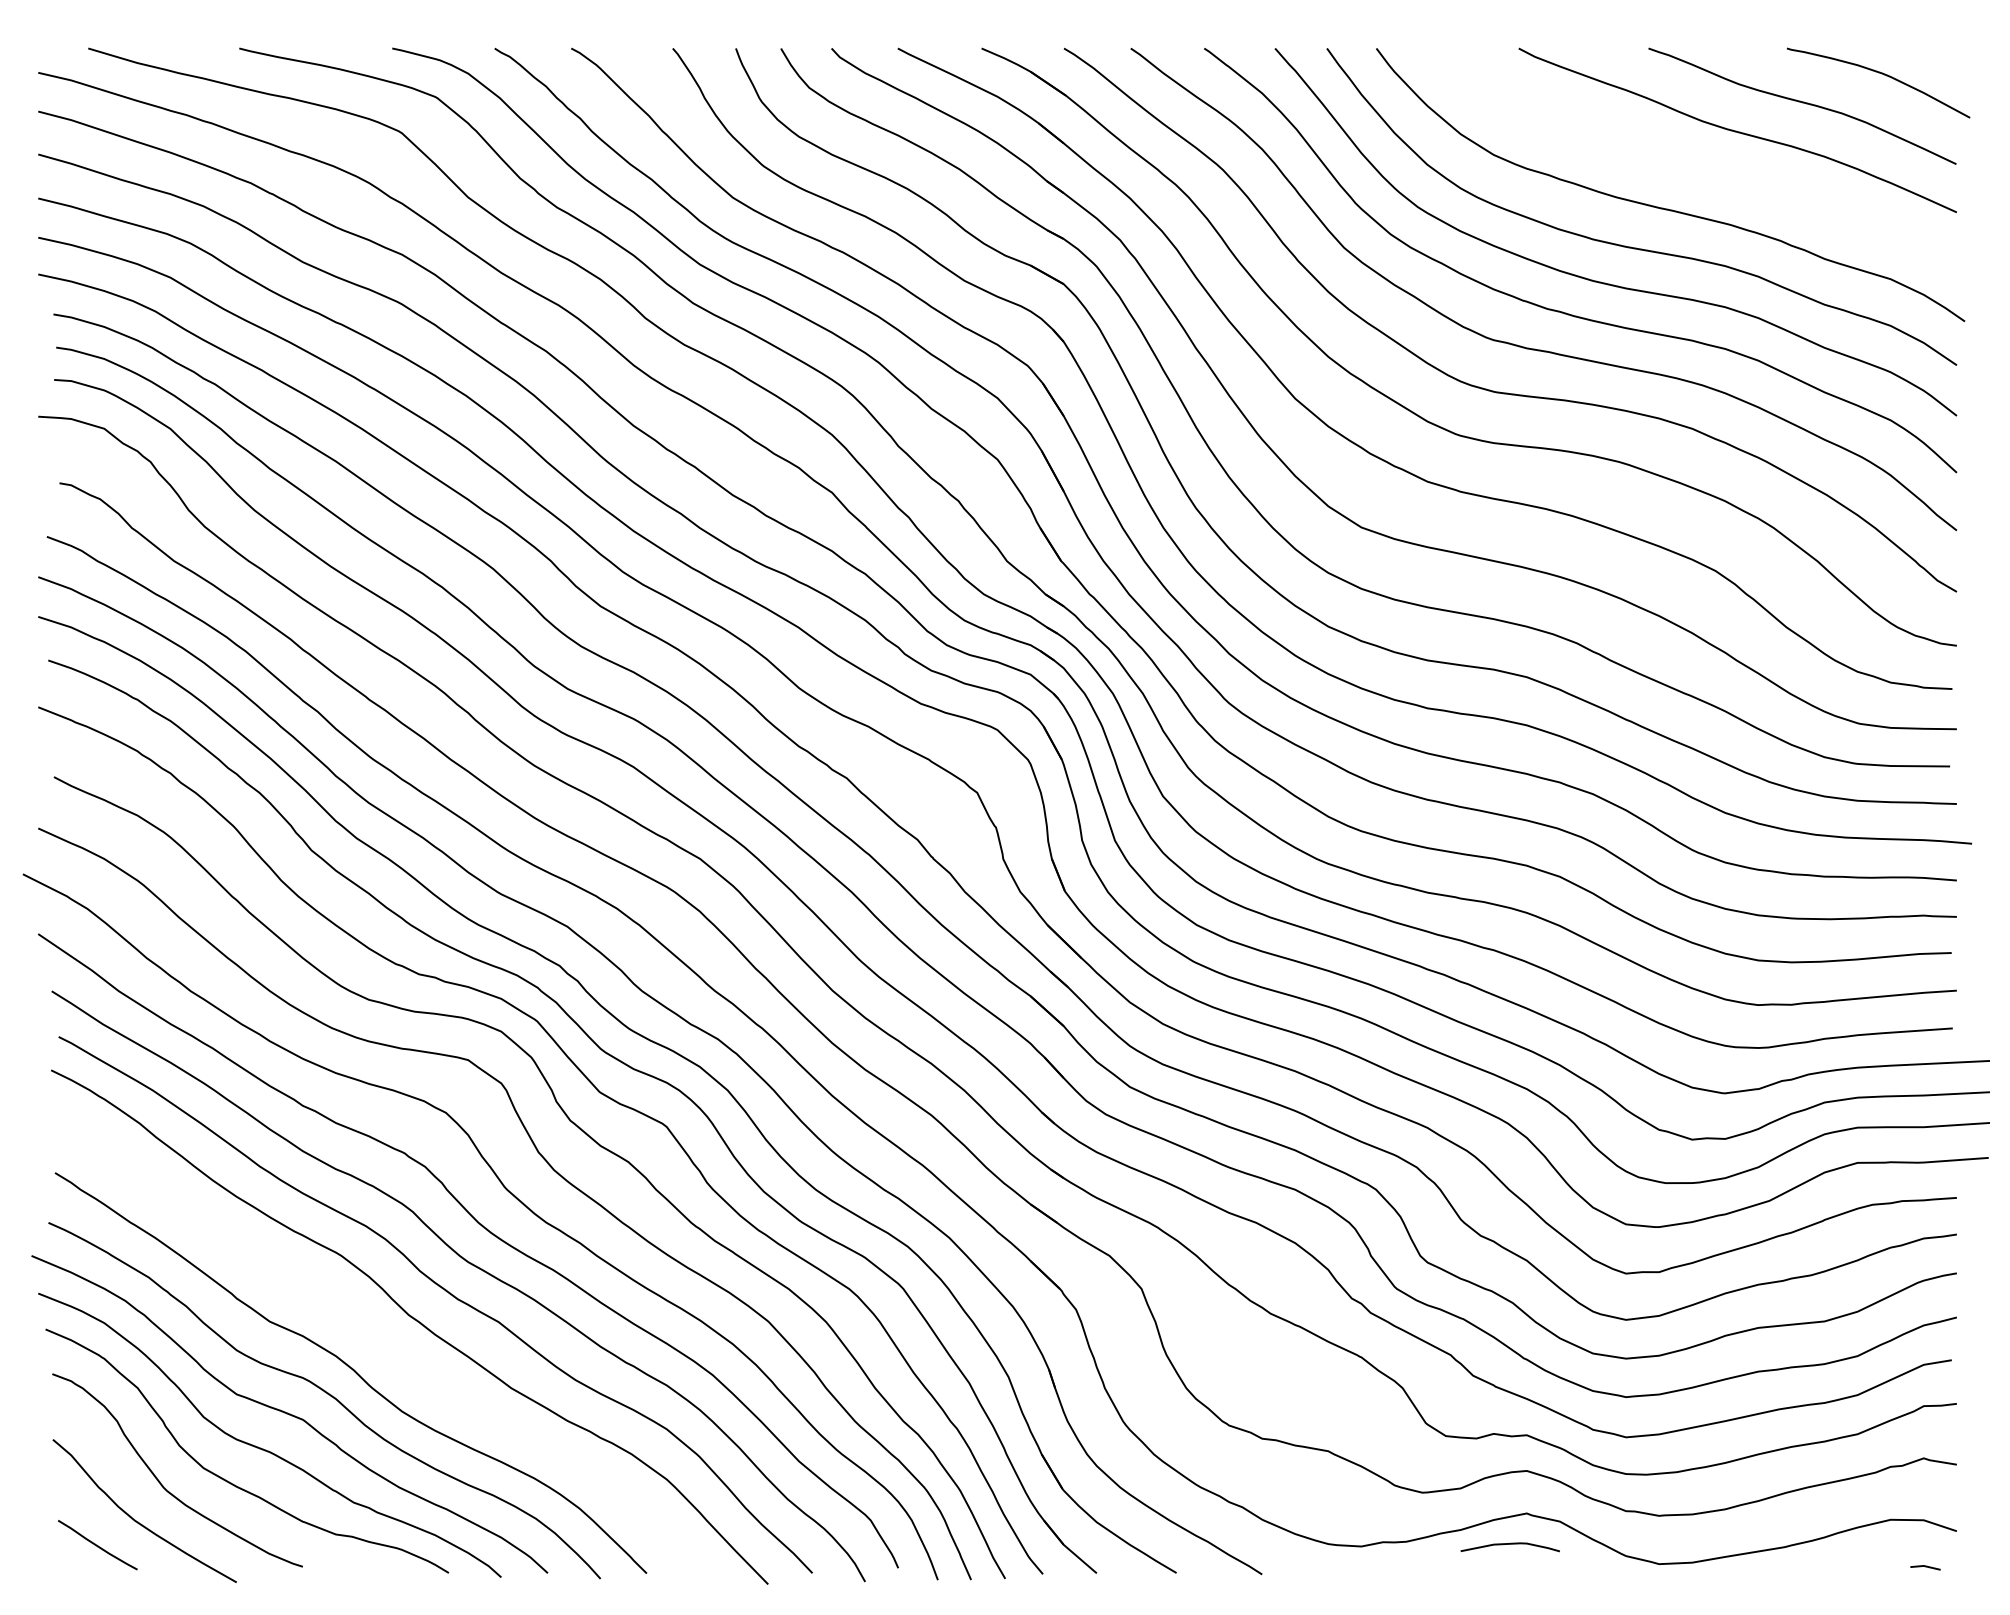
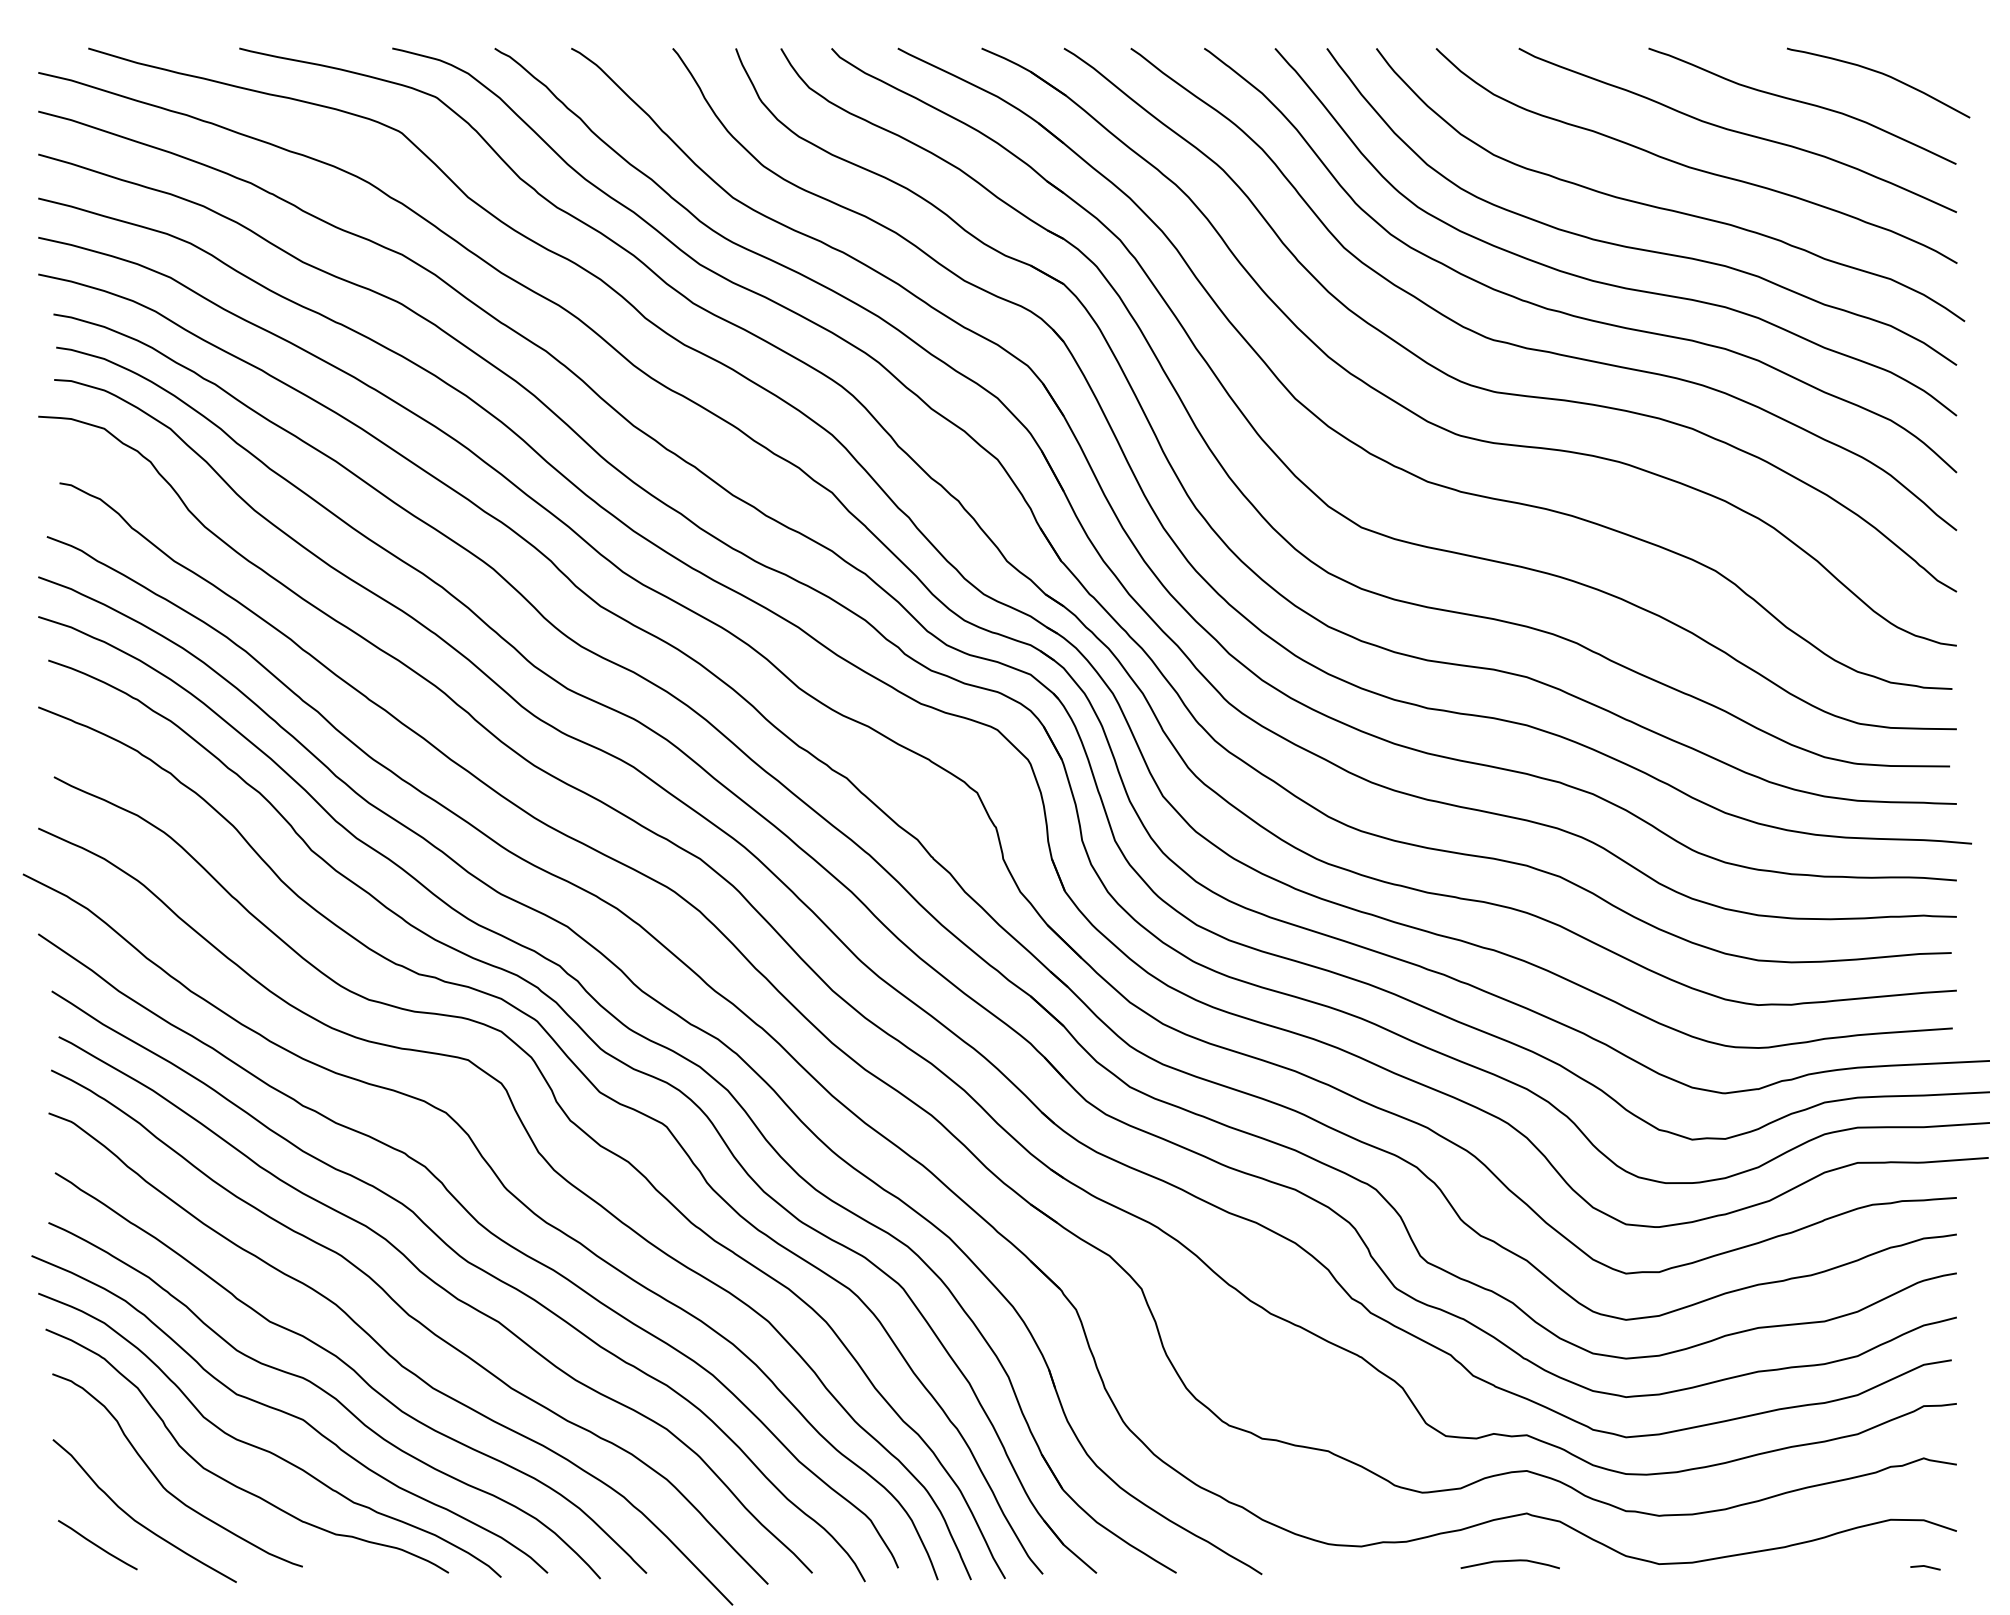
curve at (1694, 167): none -> present
curve at (390, 1357): none -> present
curve at (1509, 1544) position: (1509, 1544) -> (1509, 1561)
